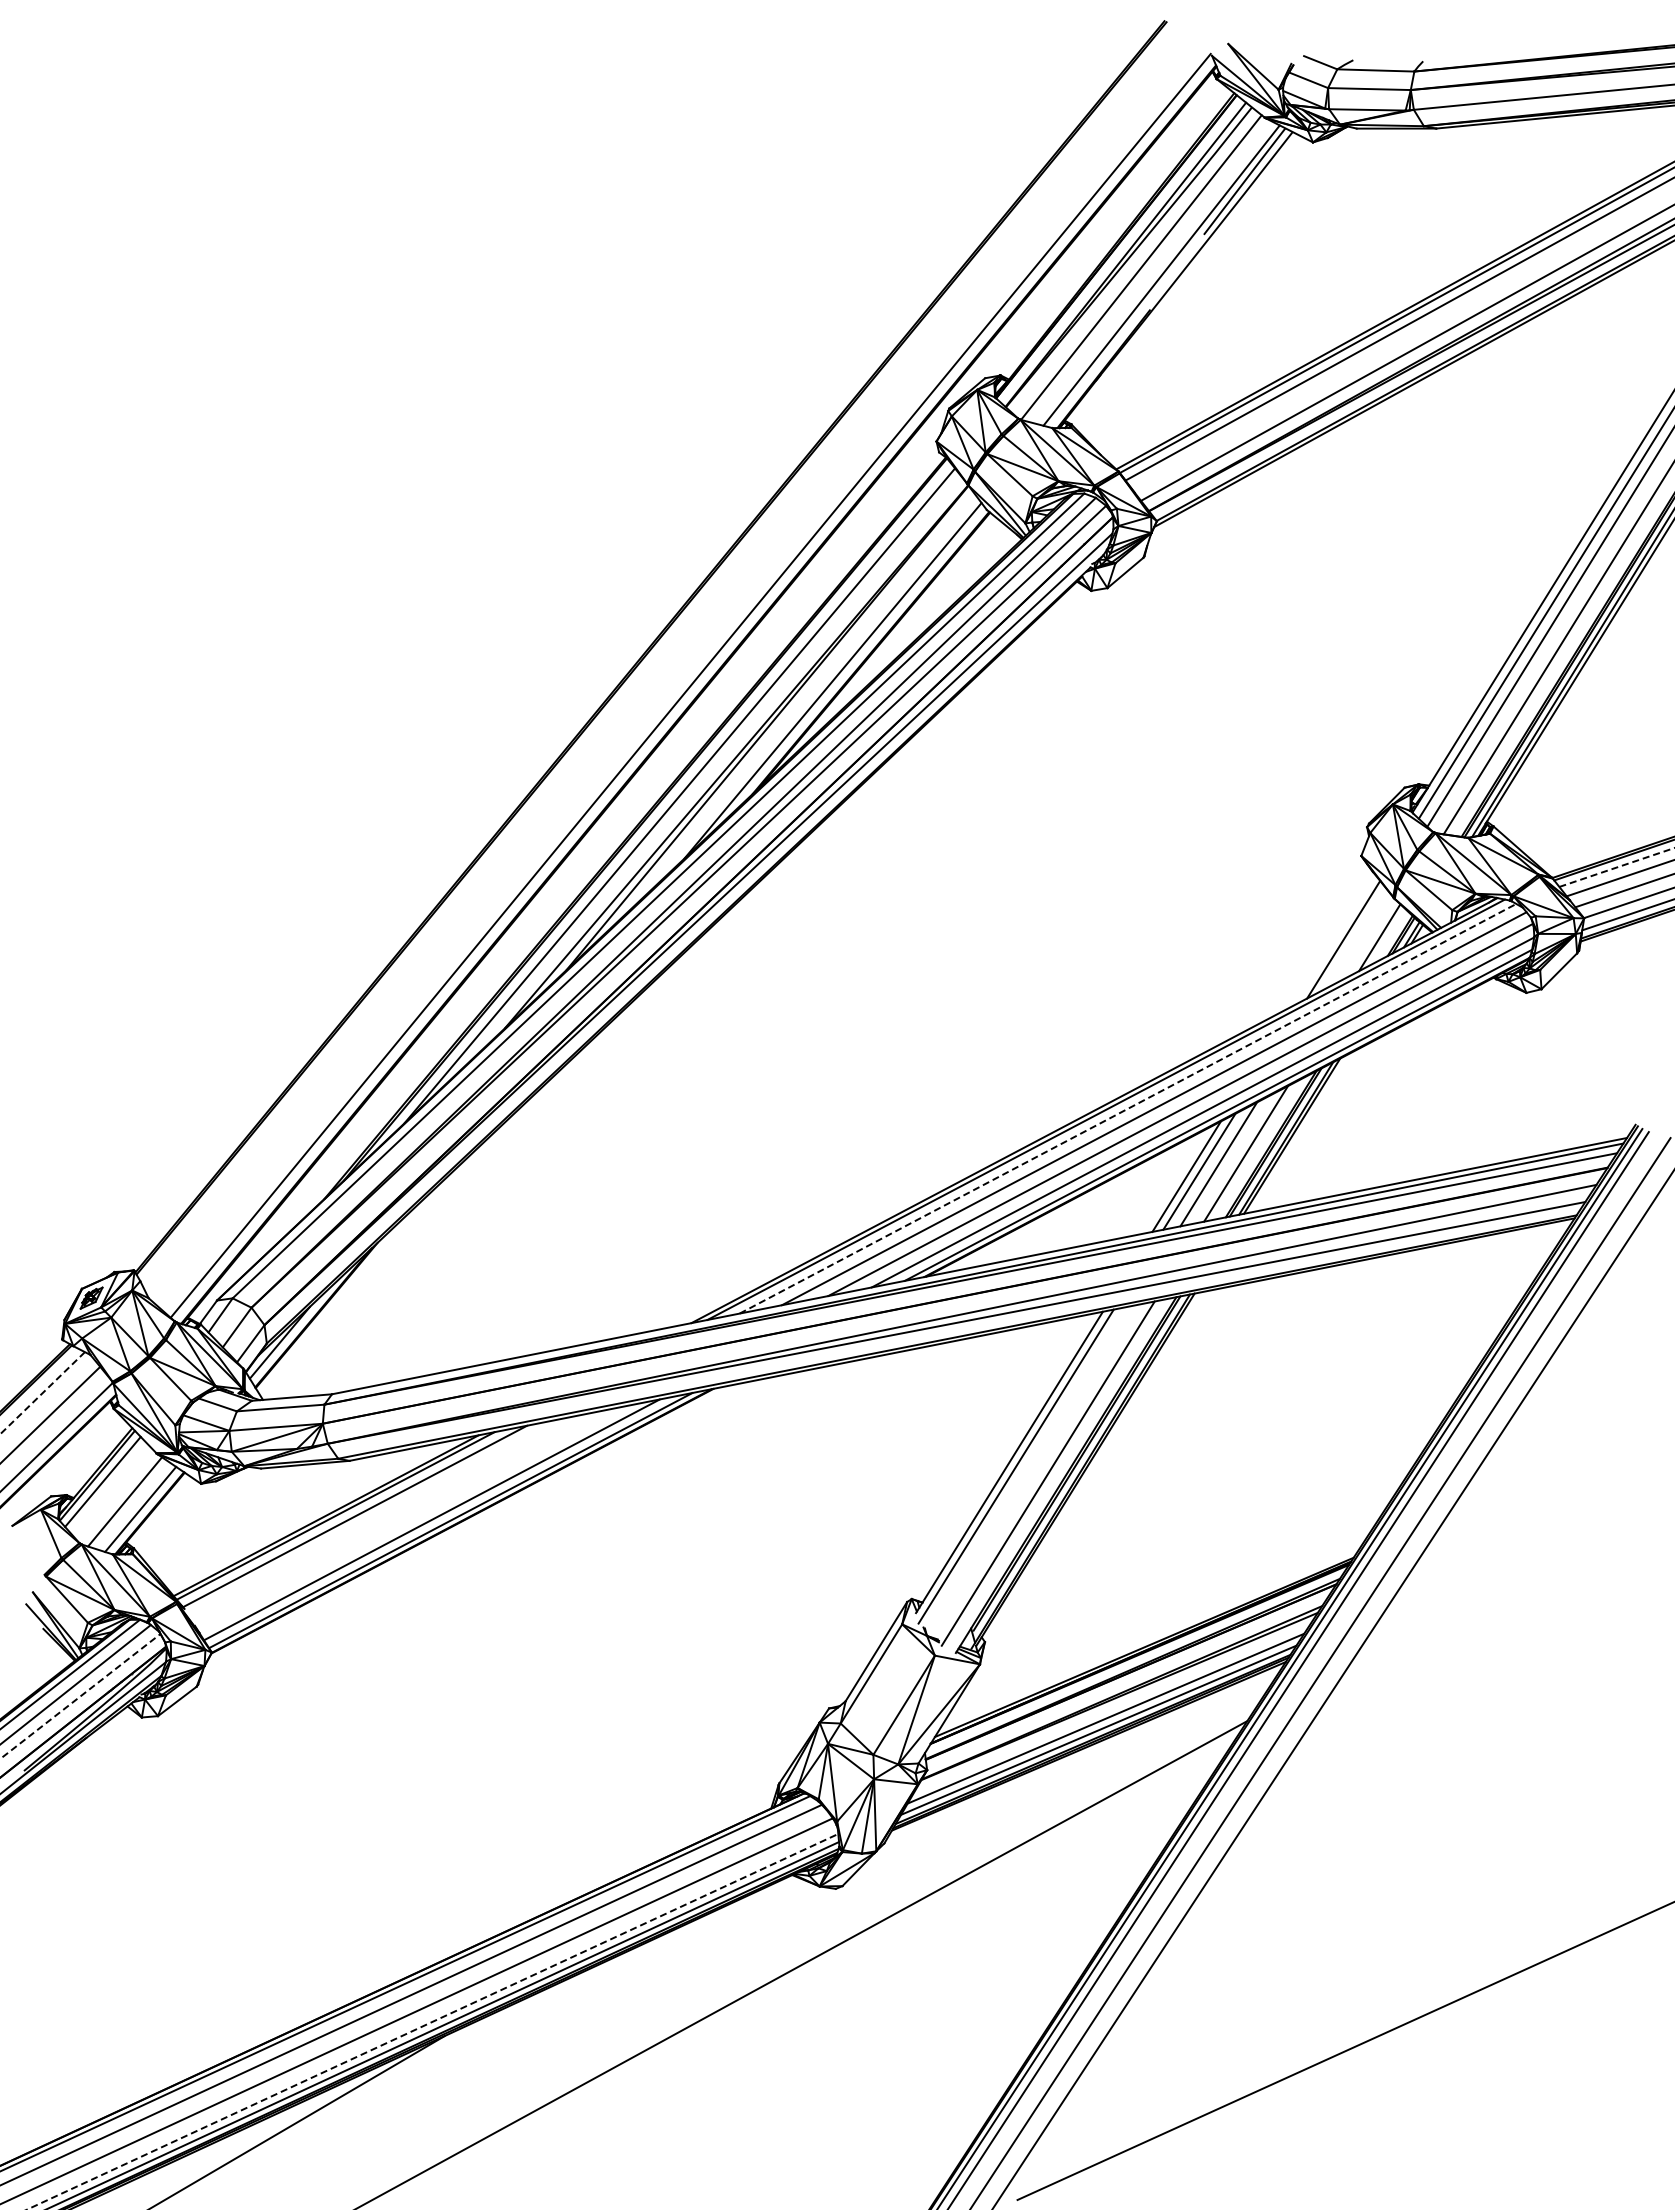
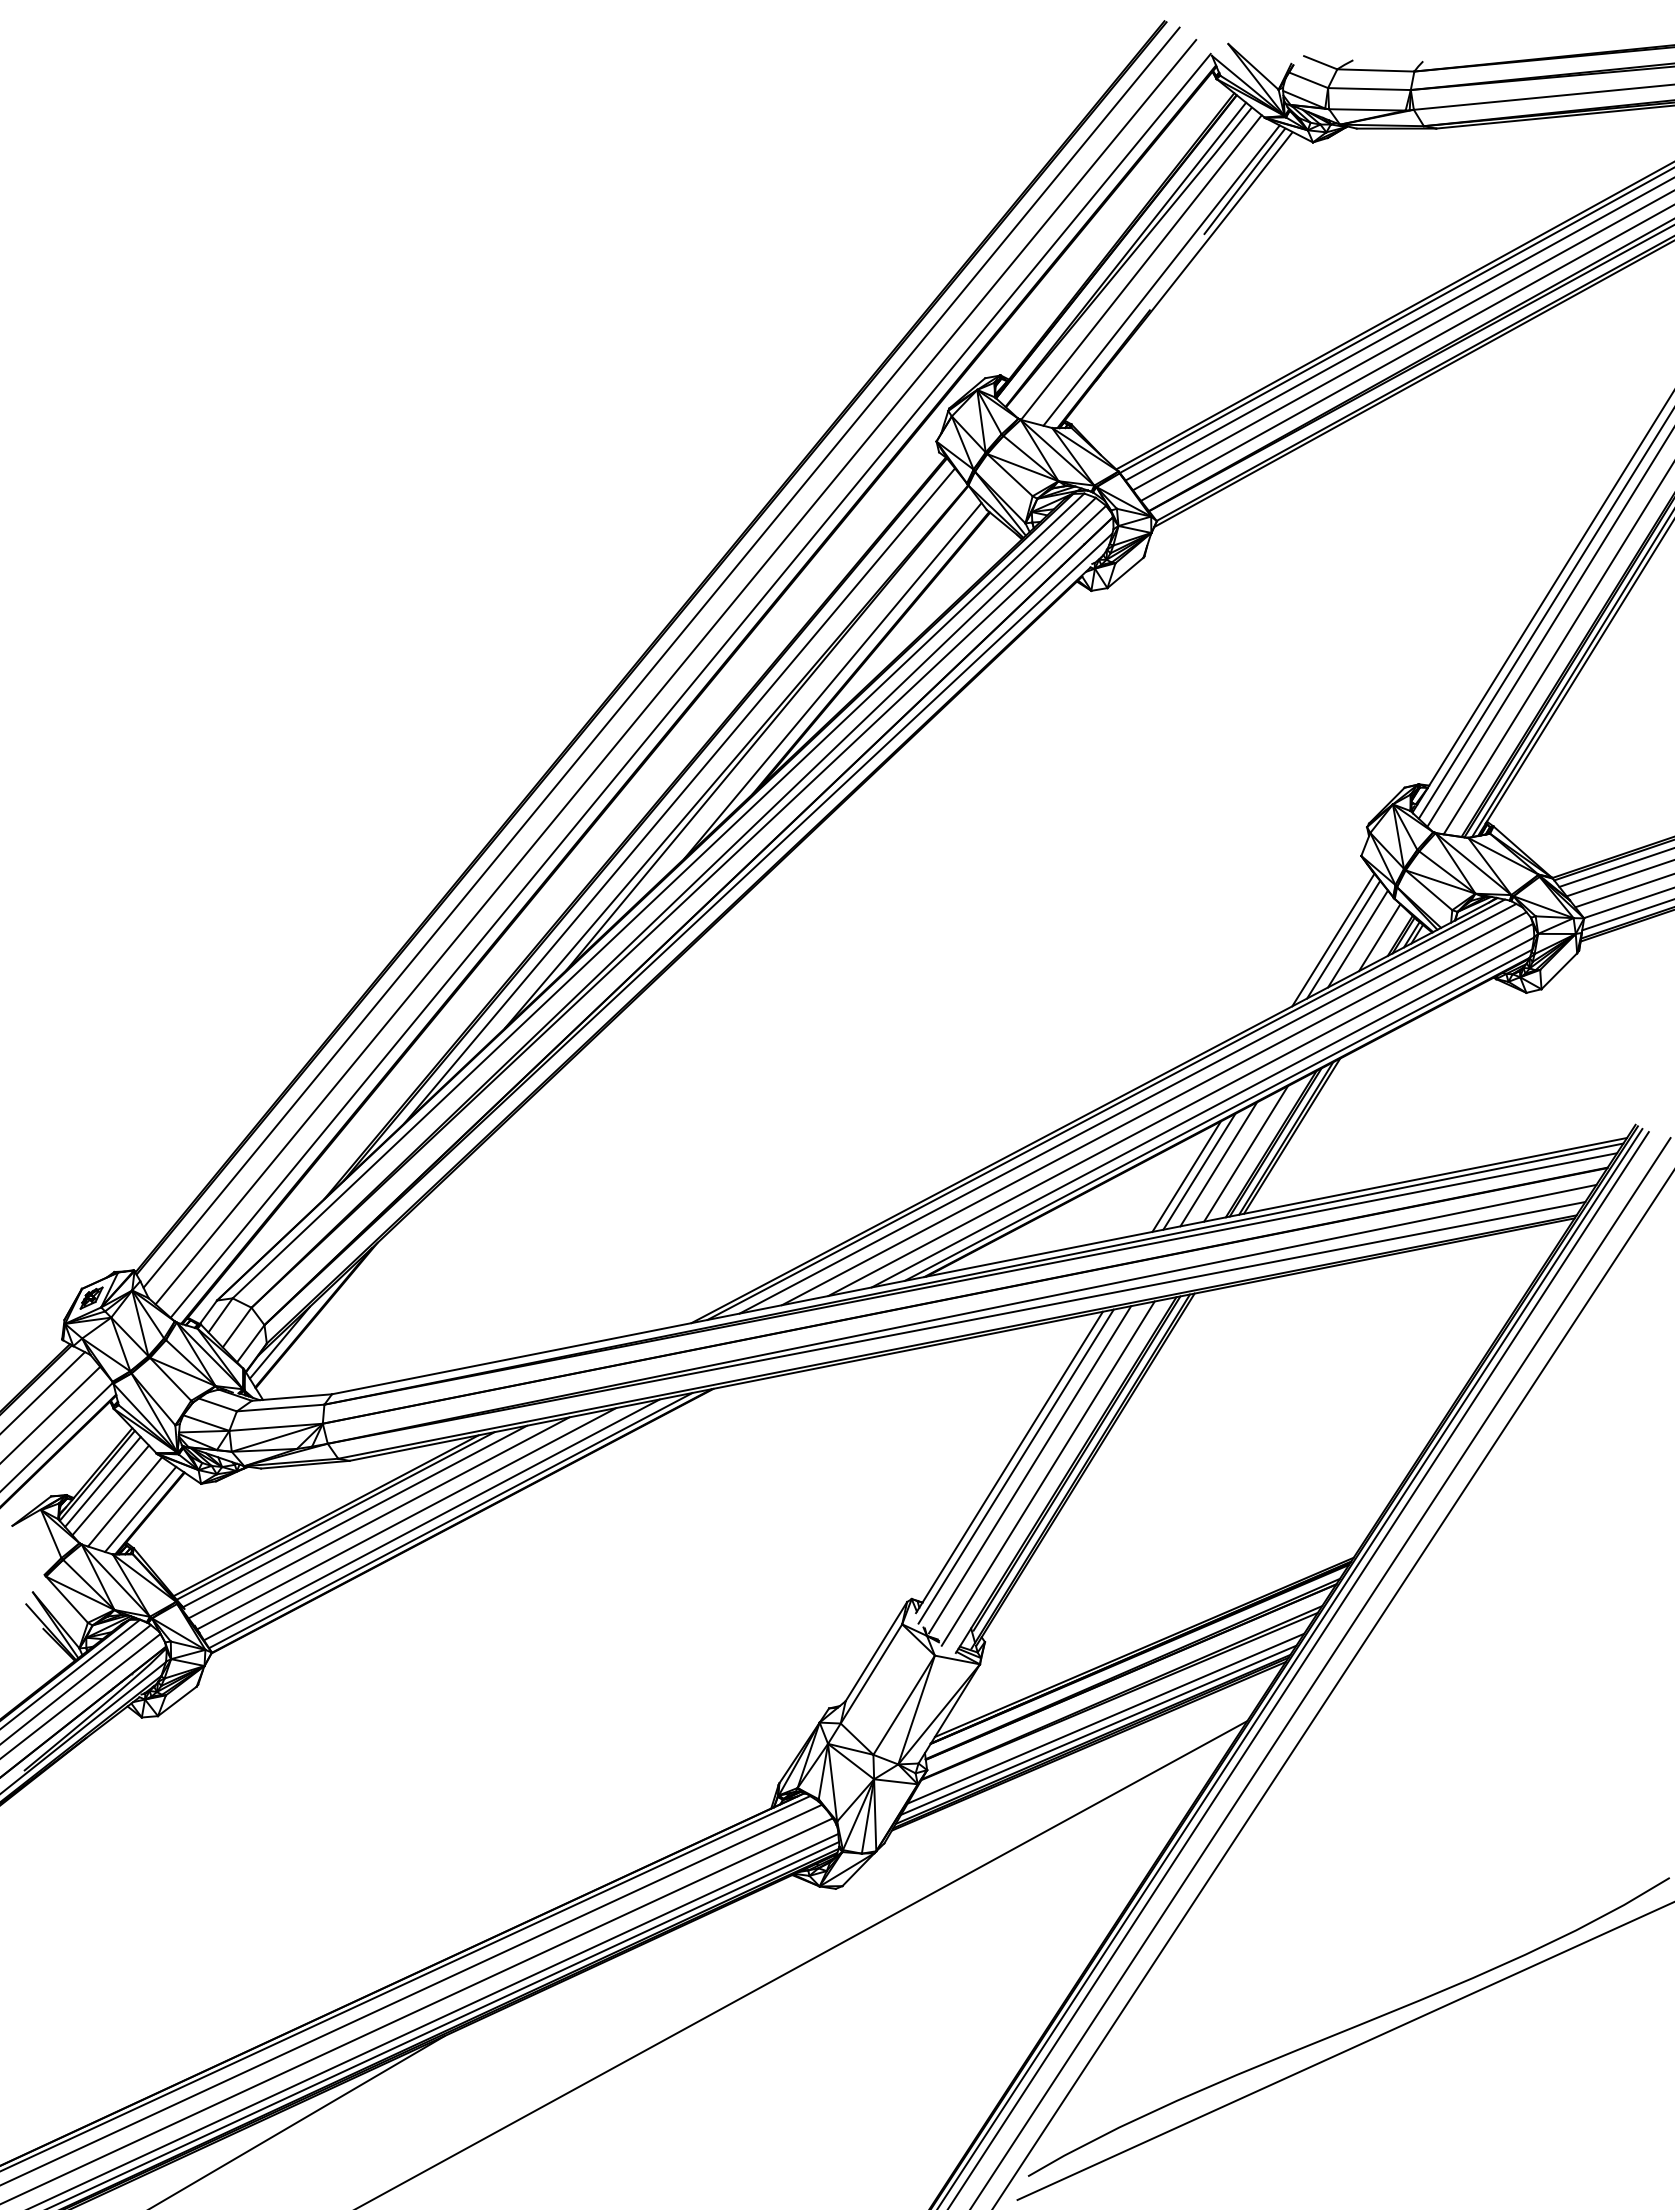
line at (1401, 340): none -> present
line at (661, 657): none -> present
line at (675, 672): none -> present
line at (1617, 867): dashed -> solid
line at (1357, 938): none -> present
line at (1333, 939): none -> present
line at (1128, 1108): dashed -> solid
line at (42, 1393): dashed -> solid
line at (1030, 1469): none -> present
line at (110, 1490): none -> present
line at (379, 1517): none -> present
line at (406, 1518): none -> present
line at (80, 1696): dashed -> solid
line at (432, 2021): dashed -> solid
curve at (1348, 2028): none -> present
